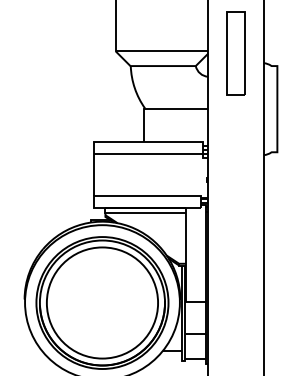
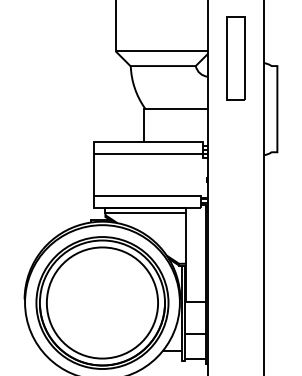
part at (235, 53) position: (235, 53) -> (235, 58)
